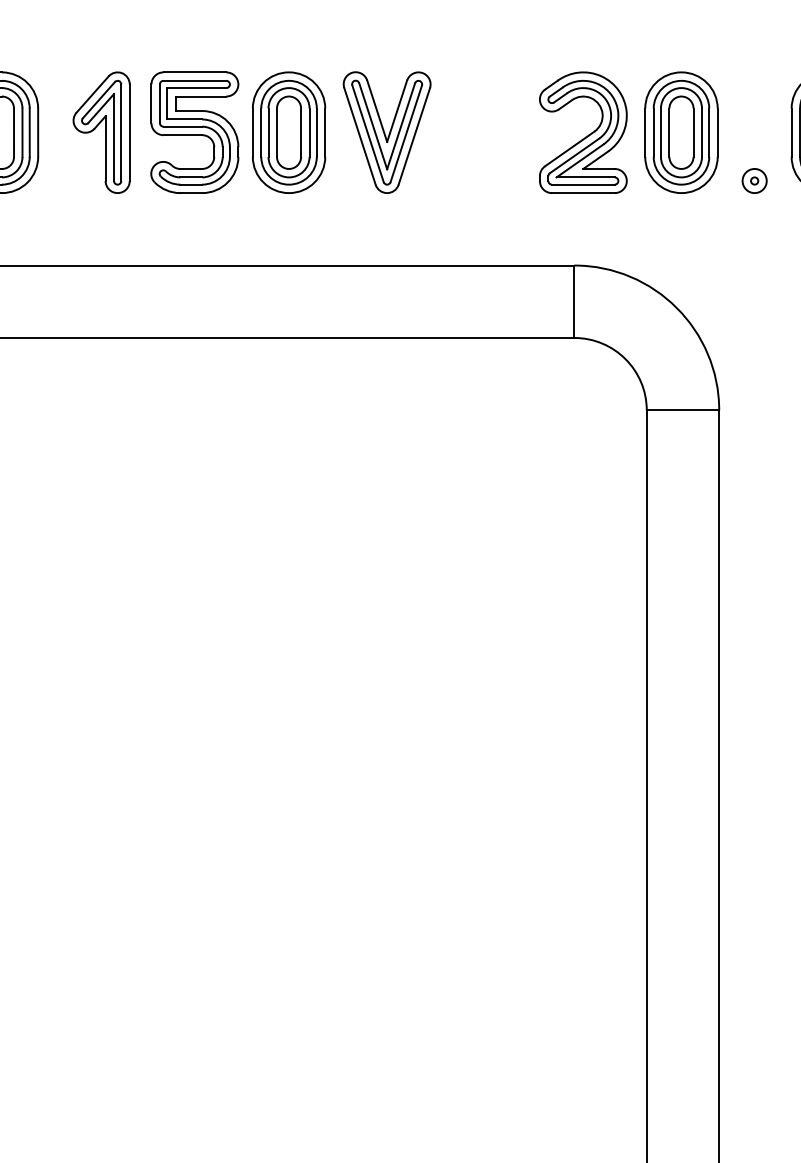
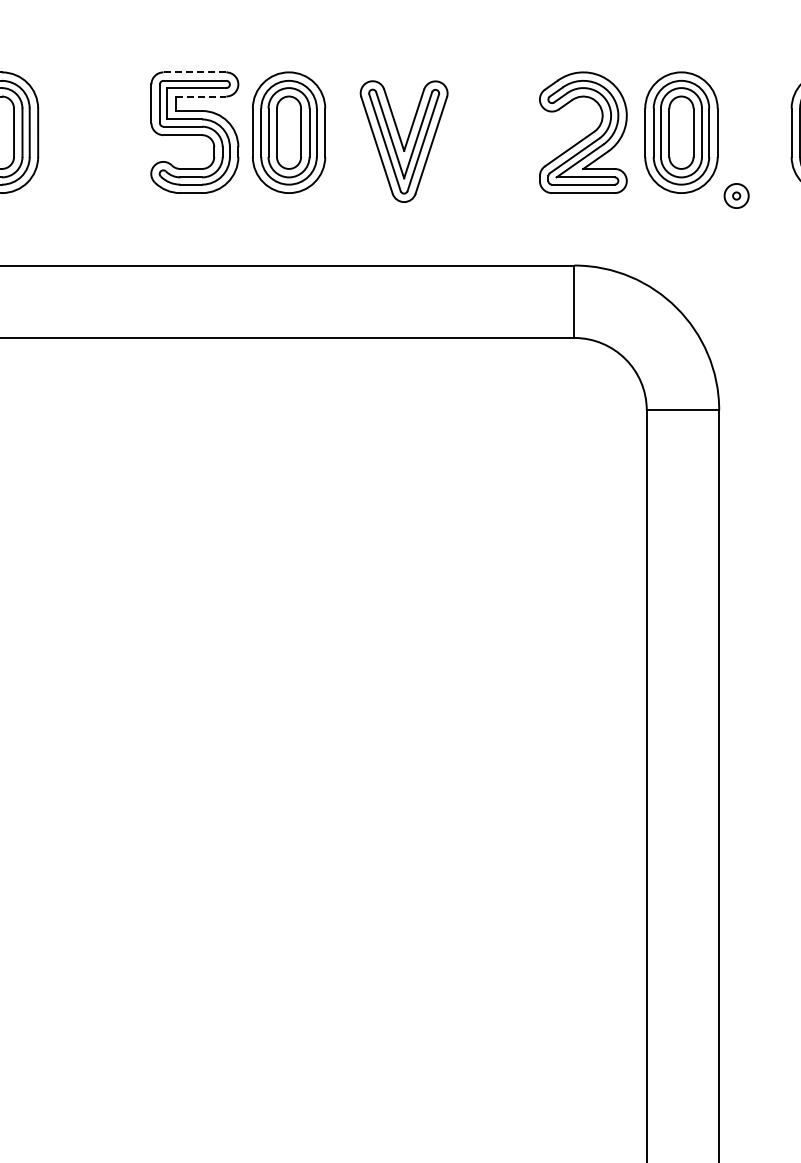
line at (194, 72): solid -> dashed
line at (201, 96): solid -> dashed
part at (101, 132): present -> none
part at (386, 132) position: (386, 132) -> (403, 141)
part at (754, 180) position: (754, 180) -> (736, 195)
